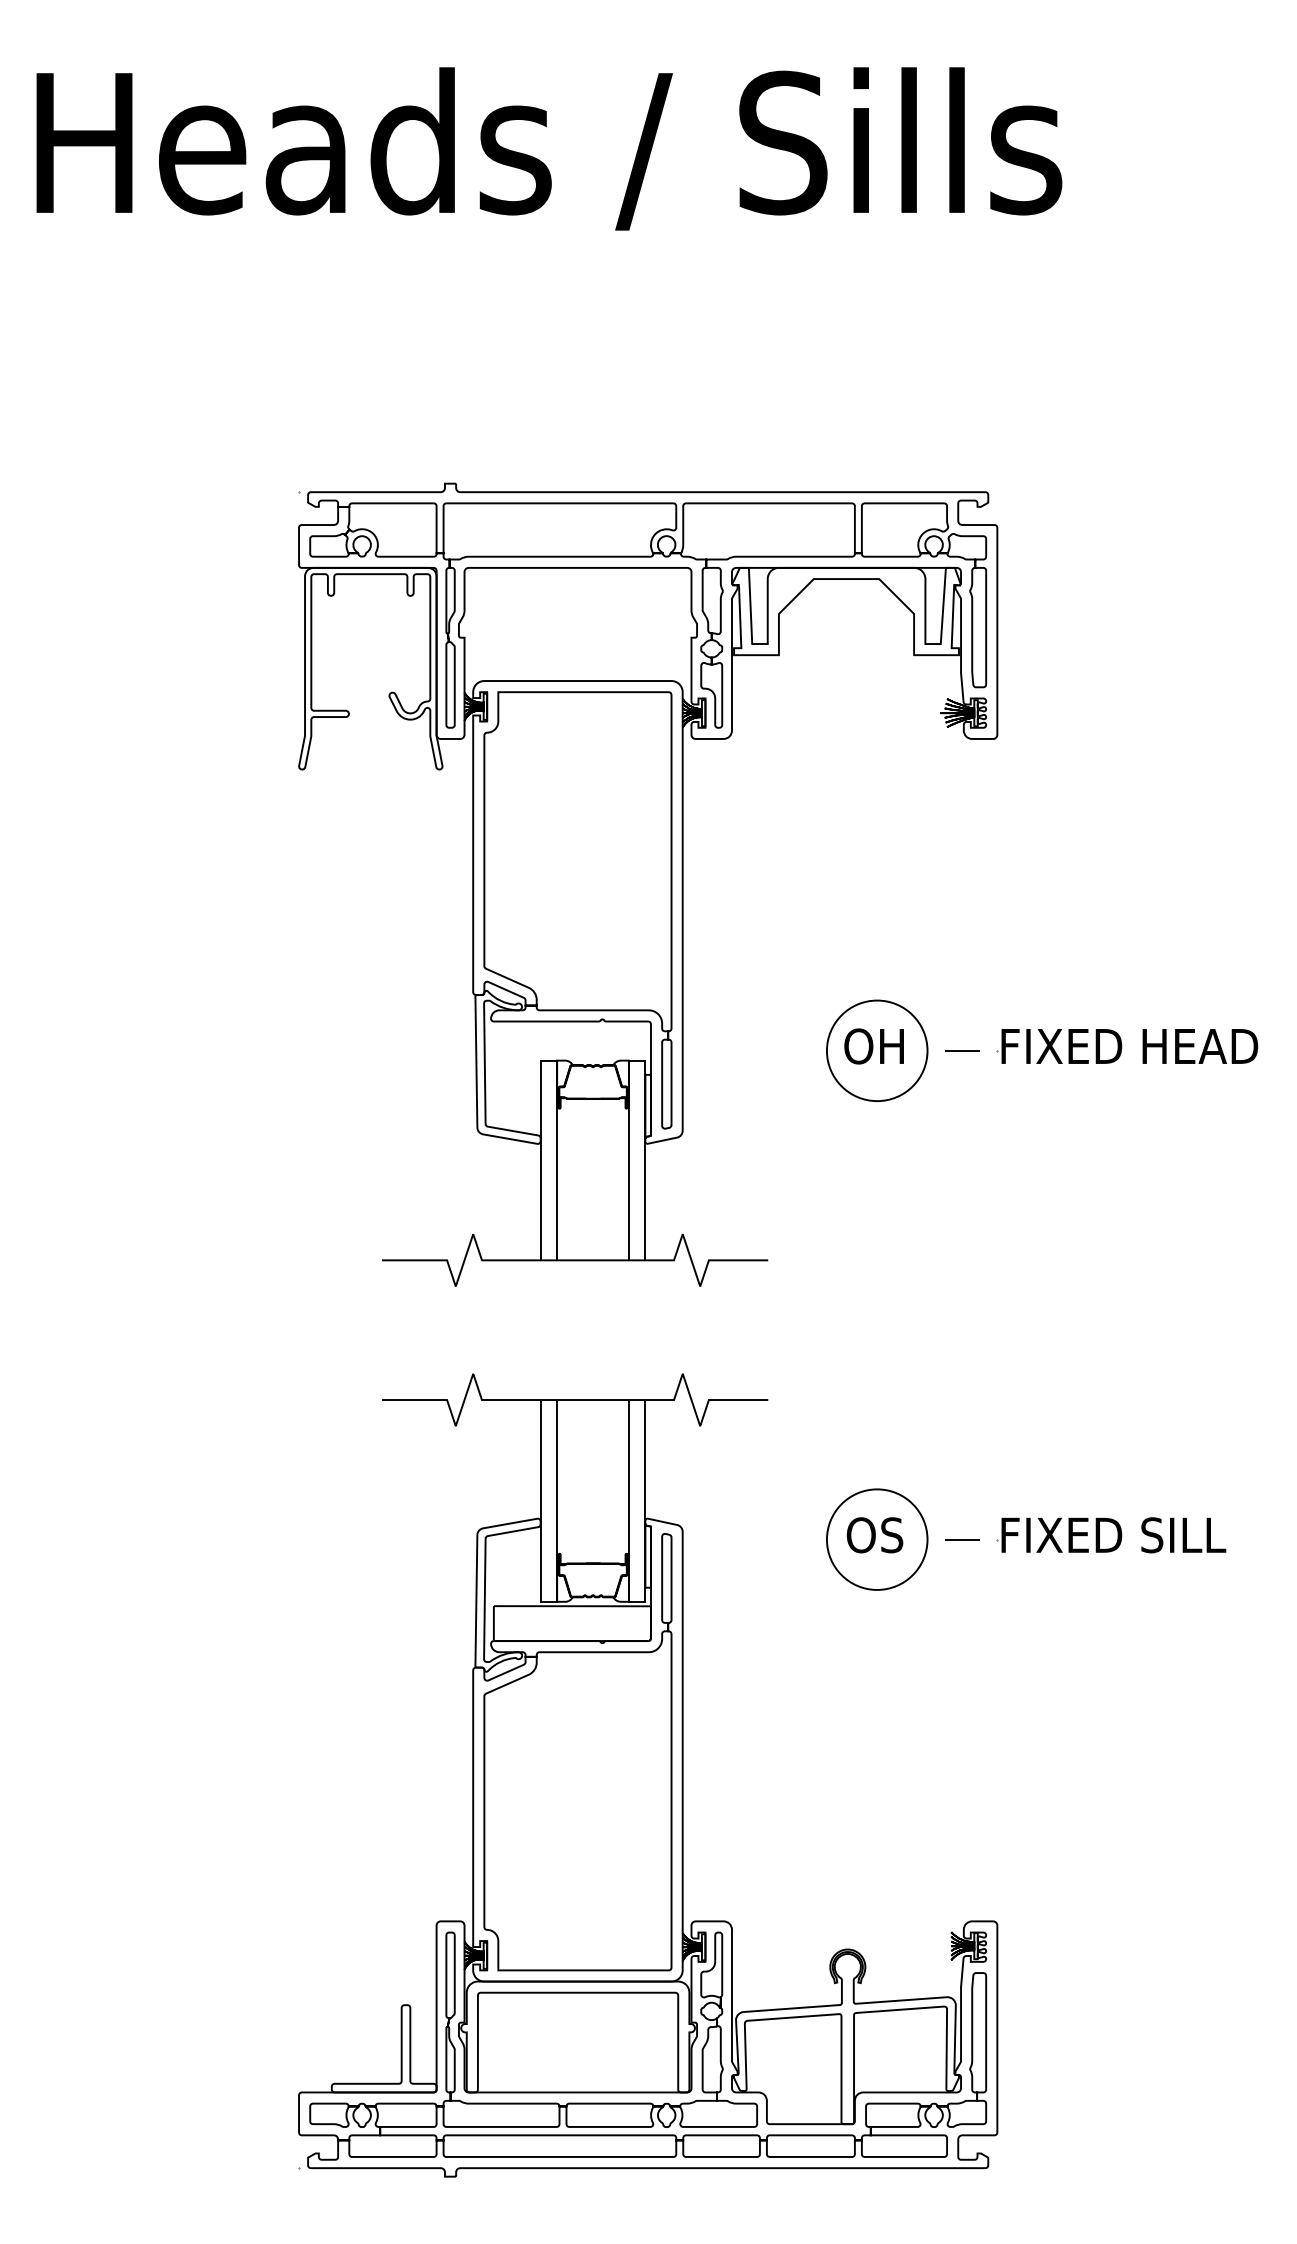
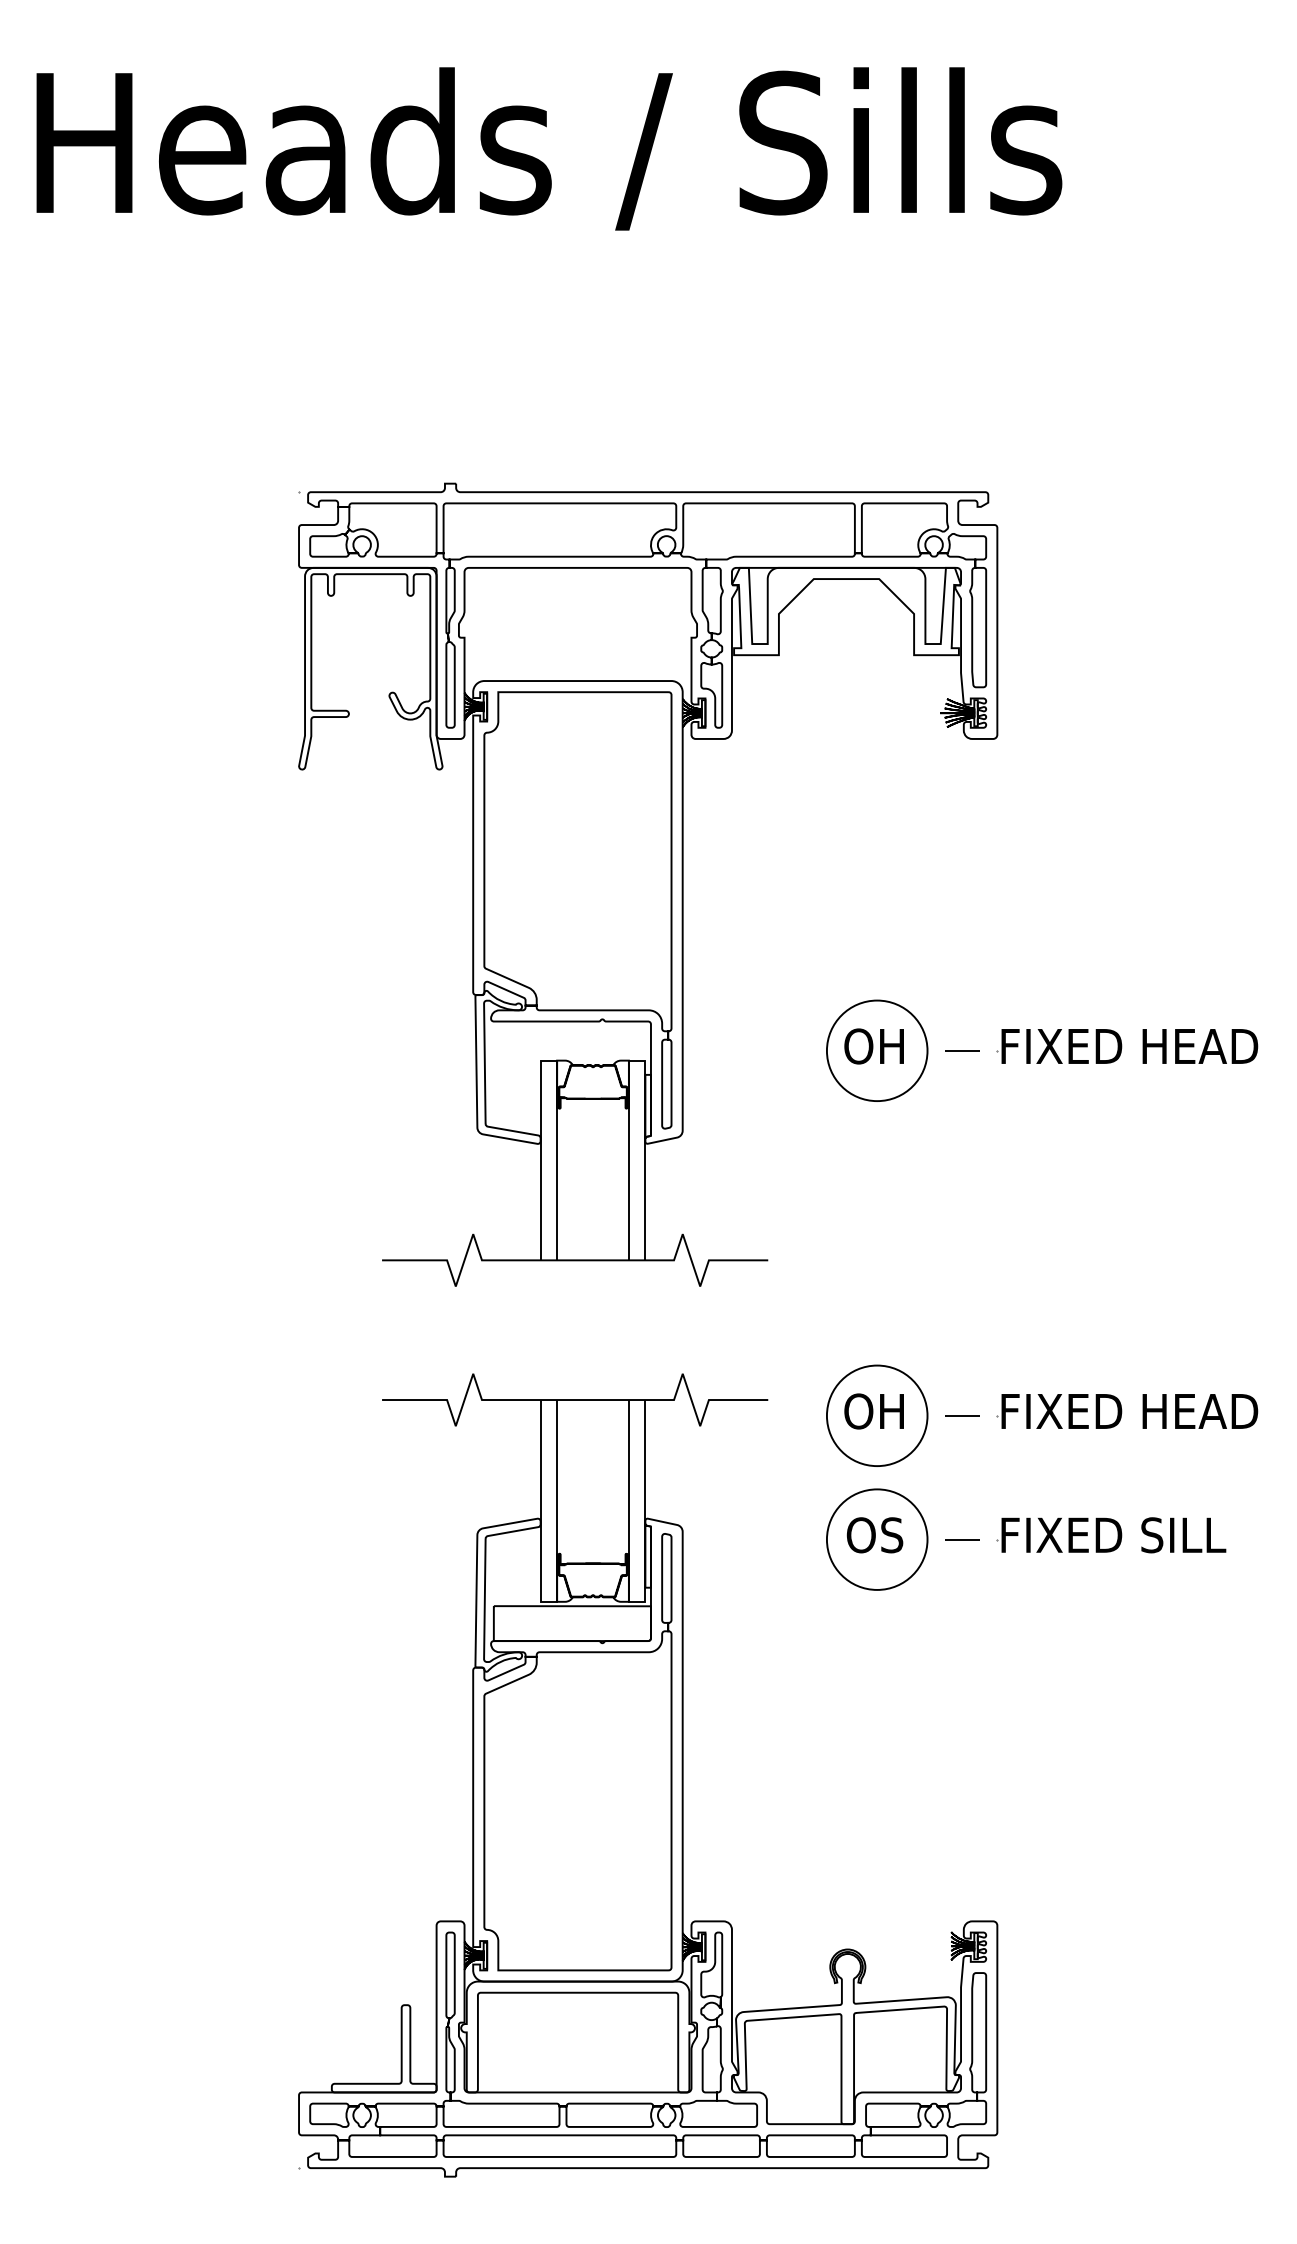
part at (1042, 1415): none -> present
